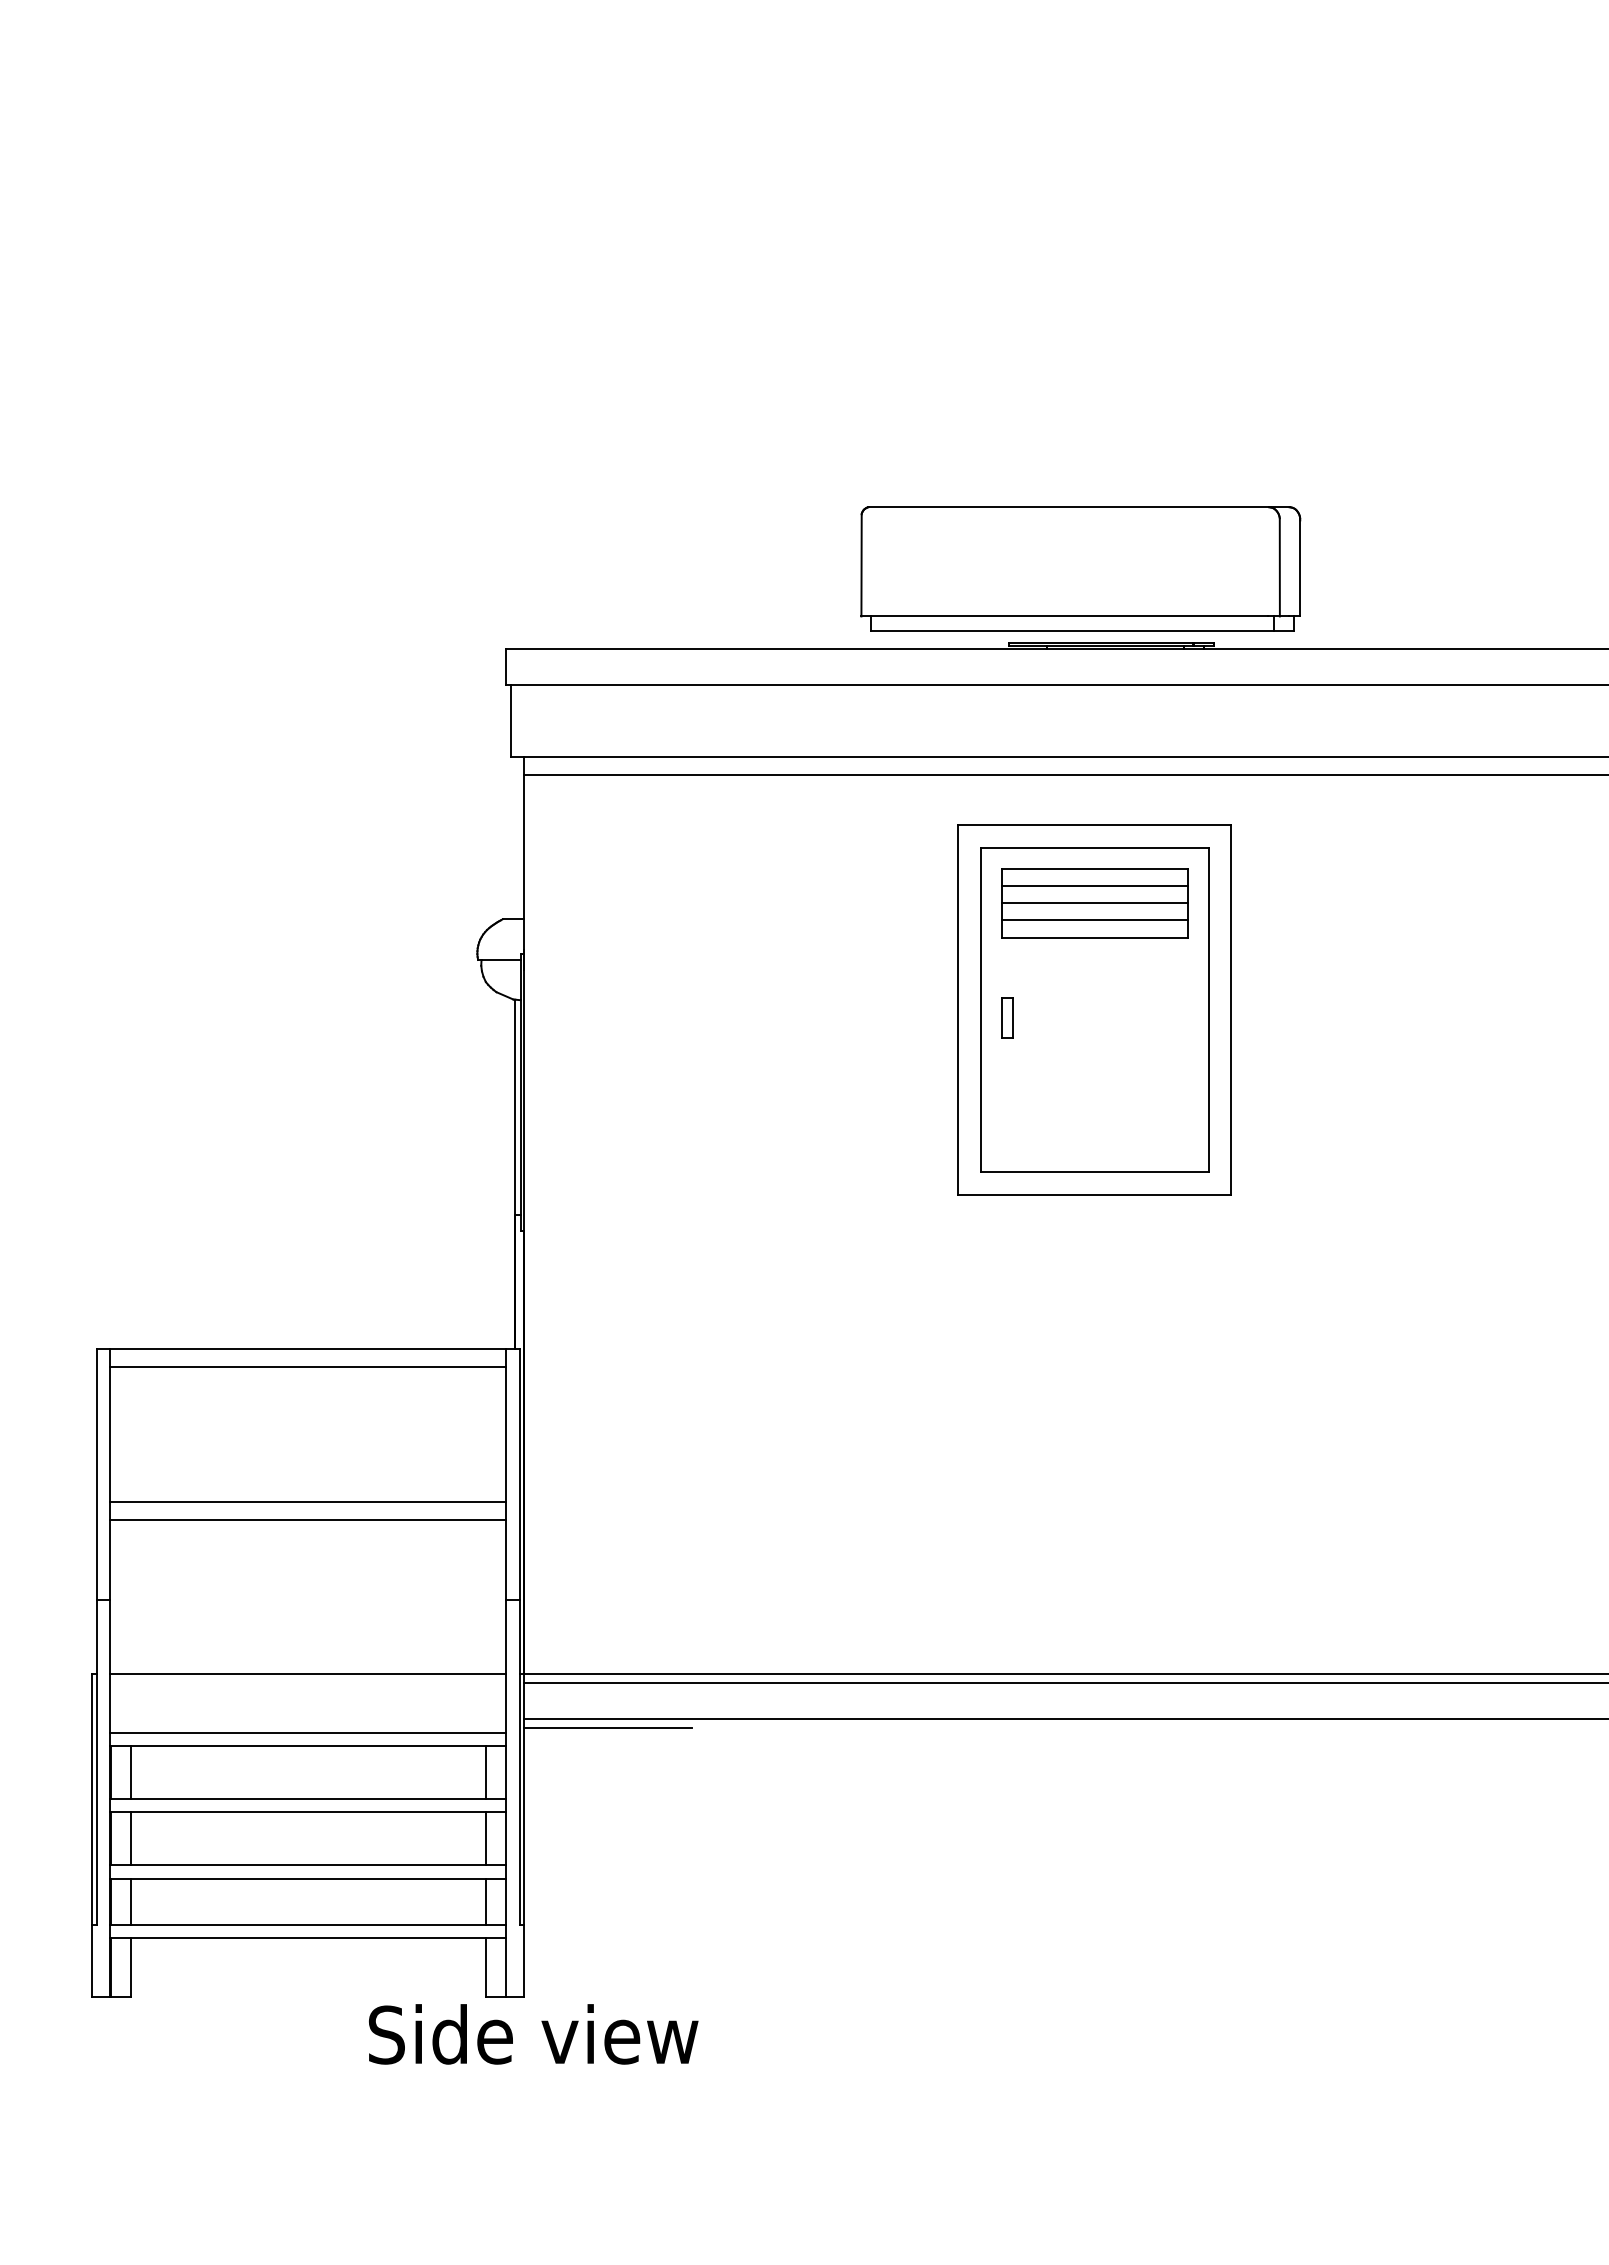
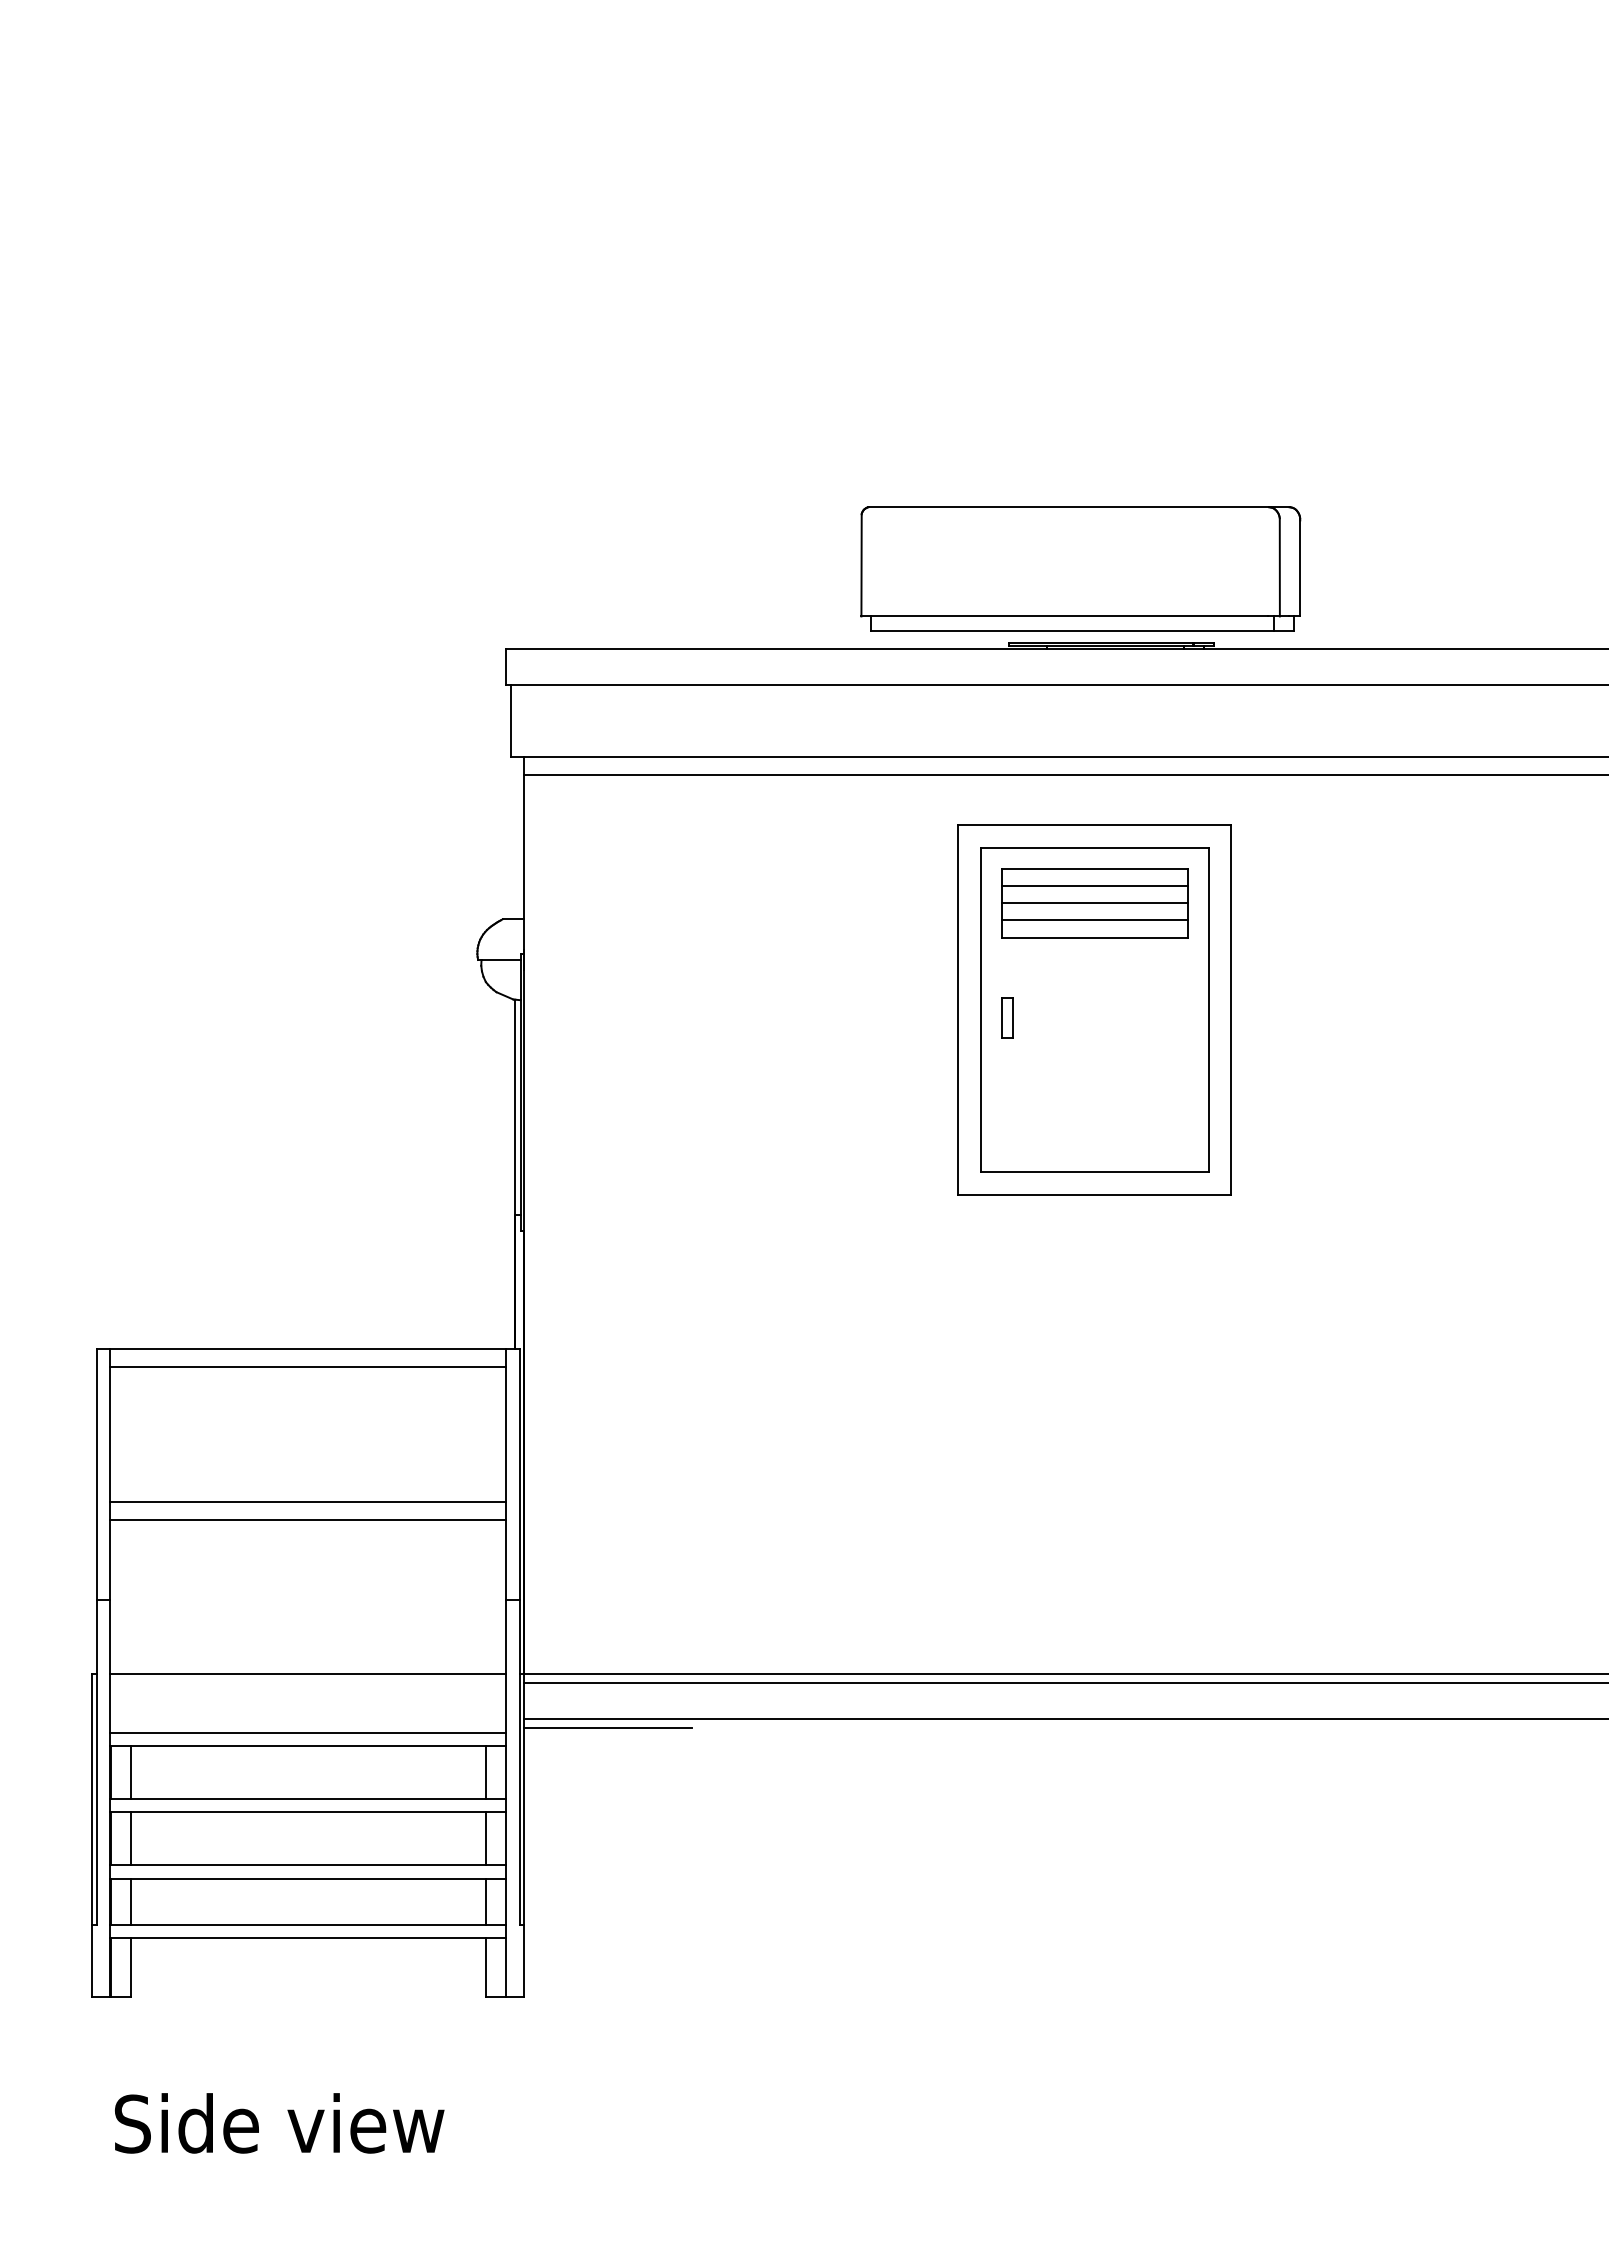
text at (533, 2034) position: (533, 2034) -> (279, 2123)
